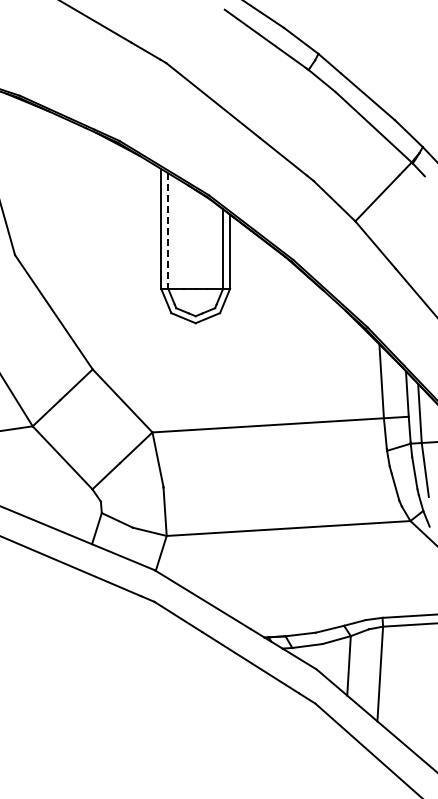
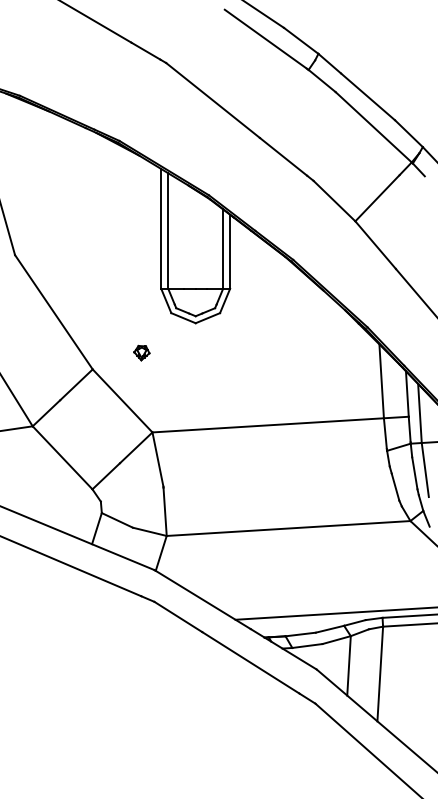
line at (168, 231): dashed -> solid
part at (141, 352): none -> present
line at (334, 613): none -> present
